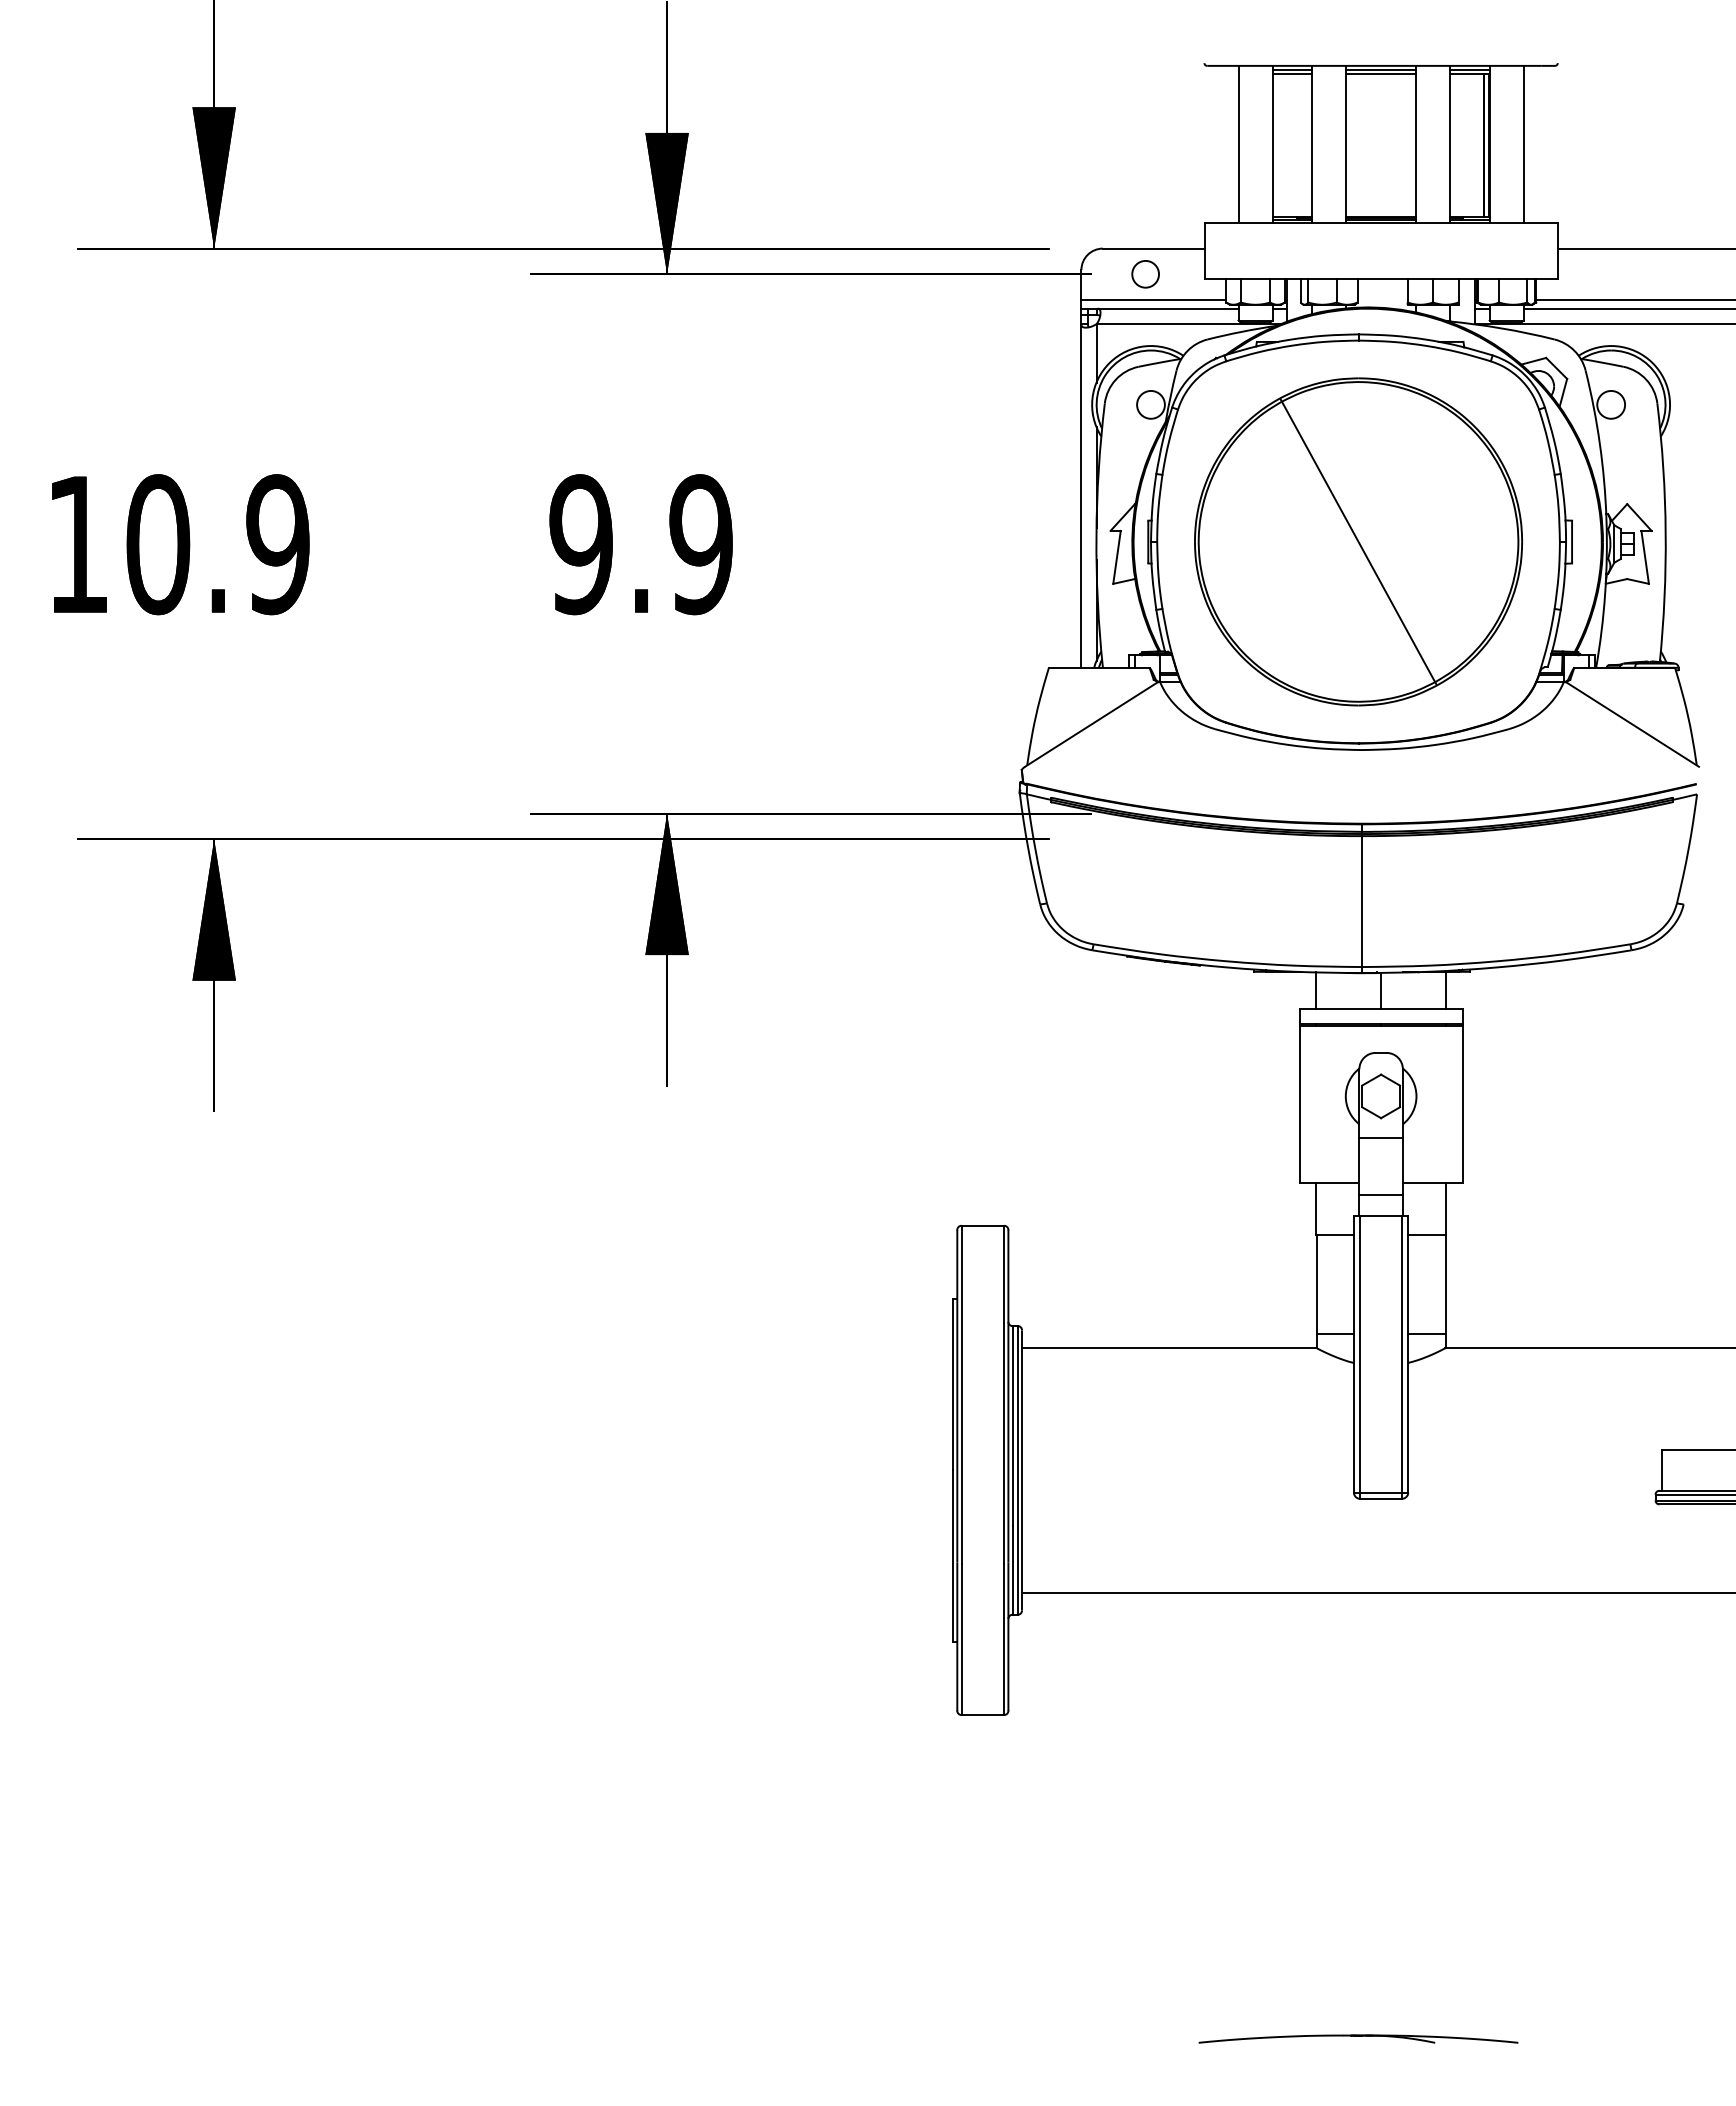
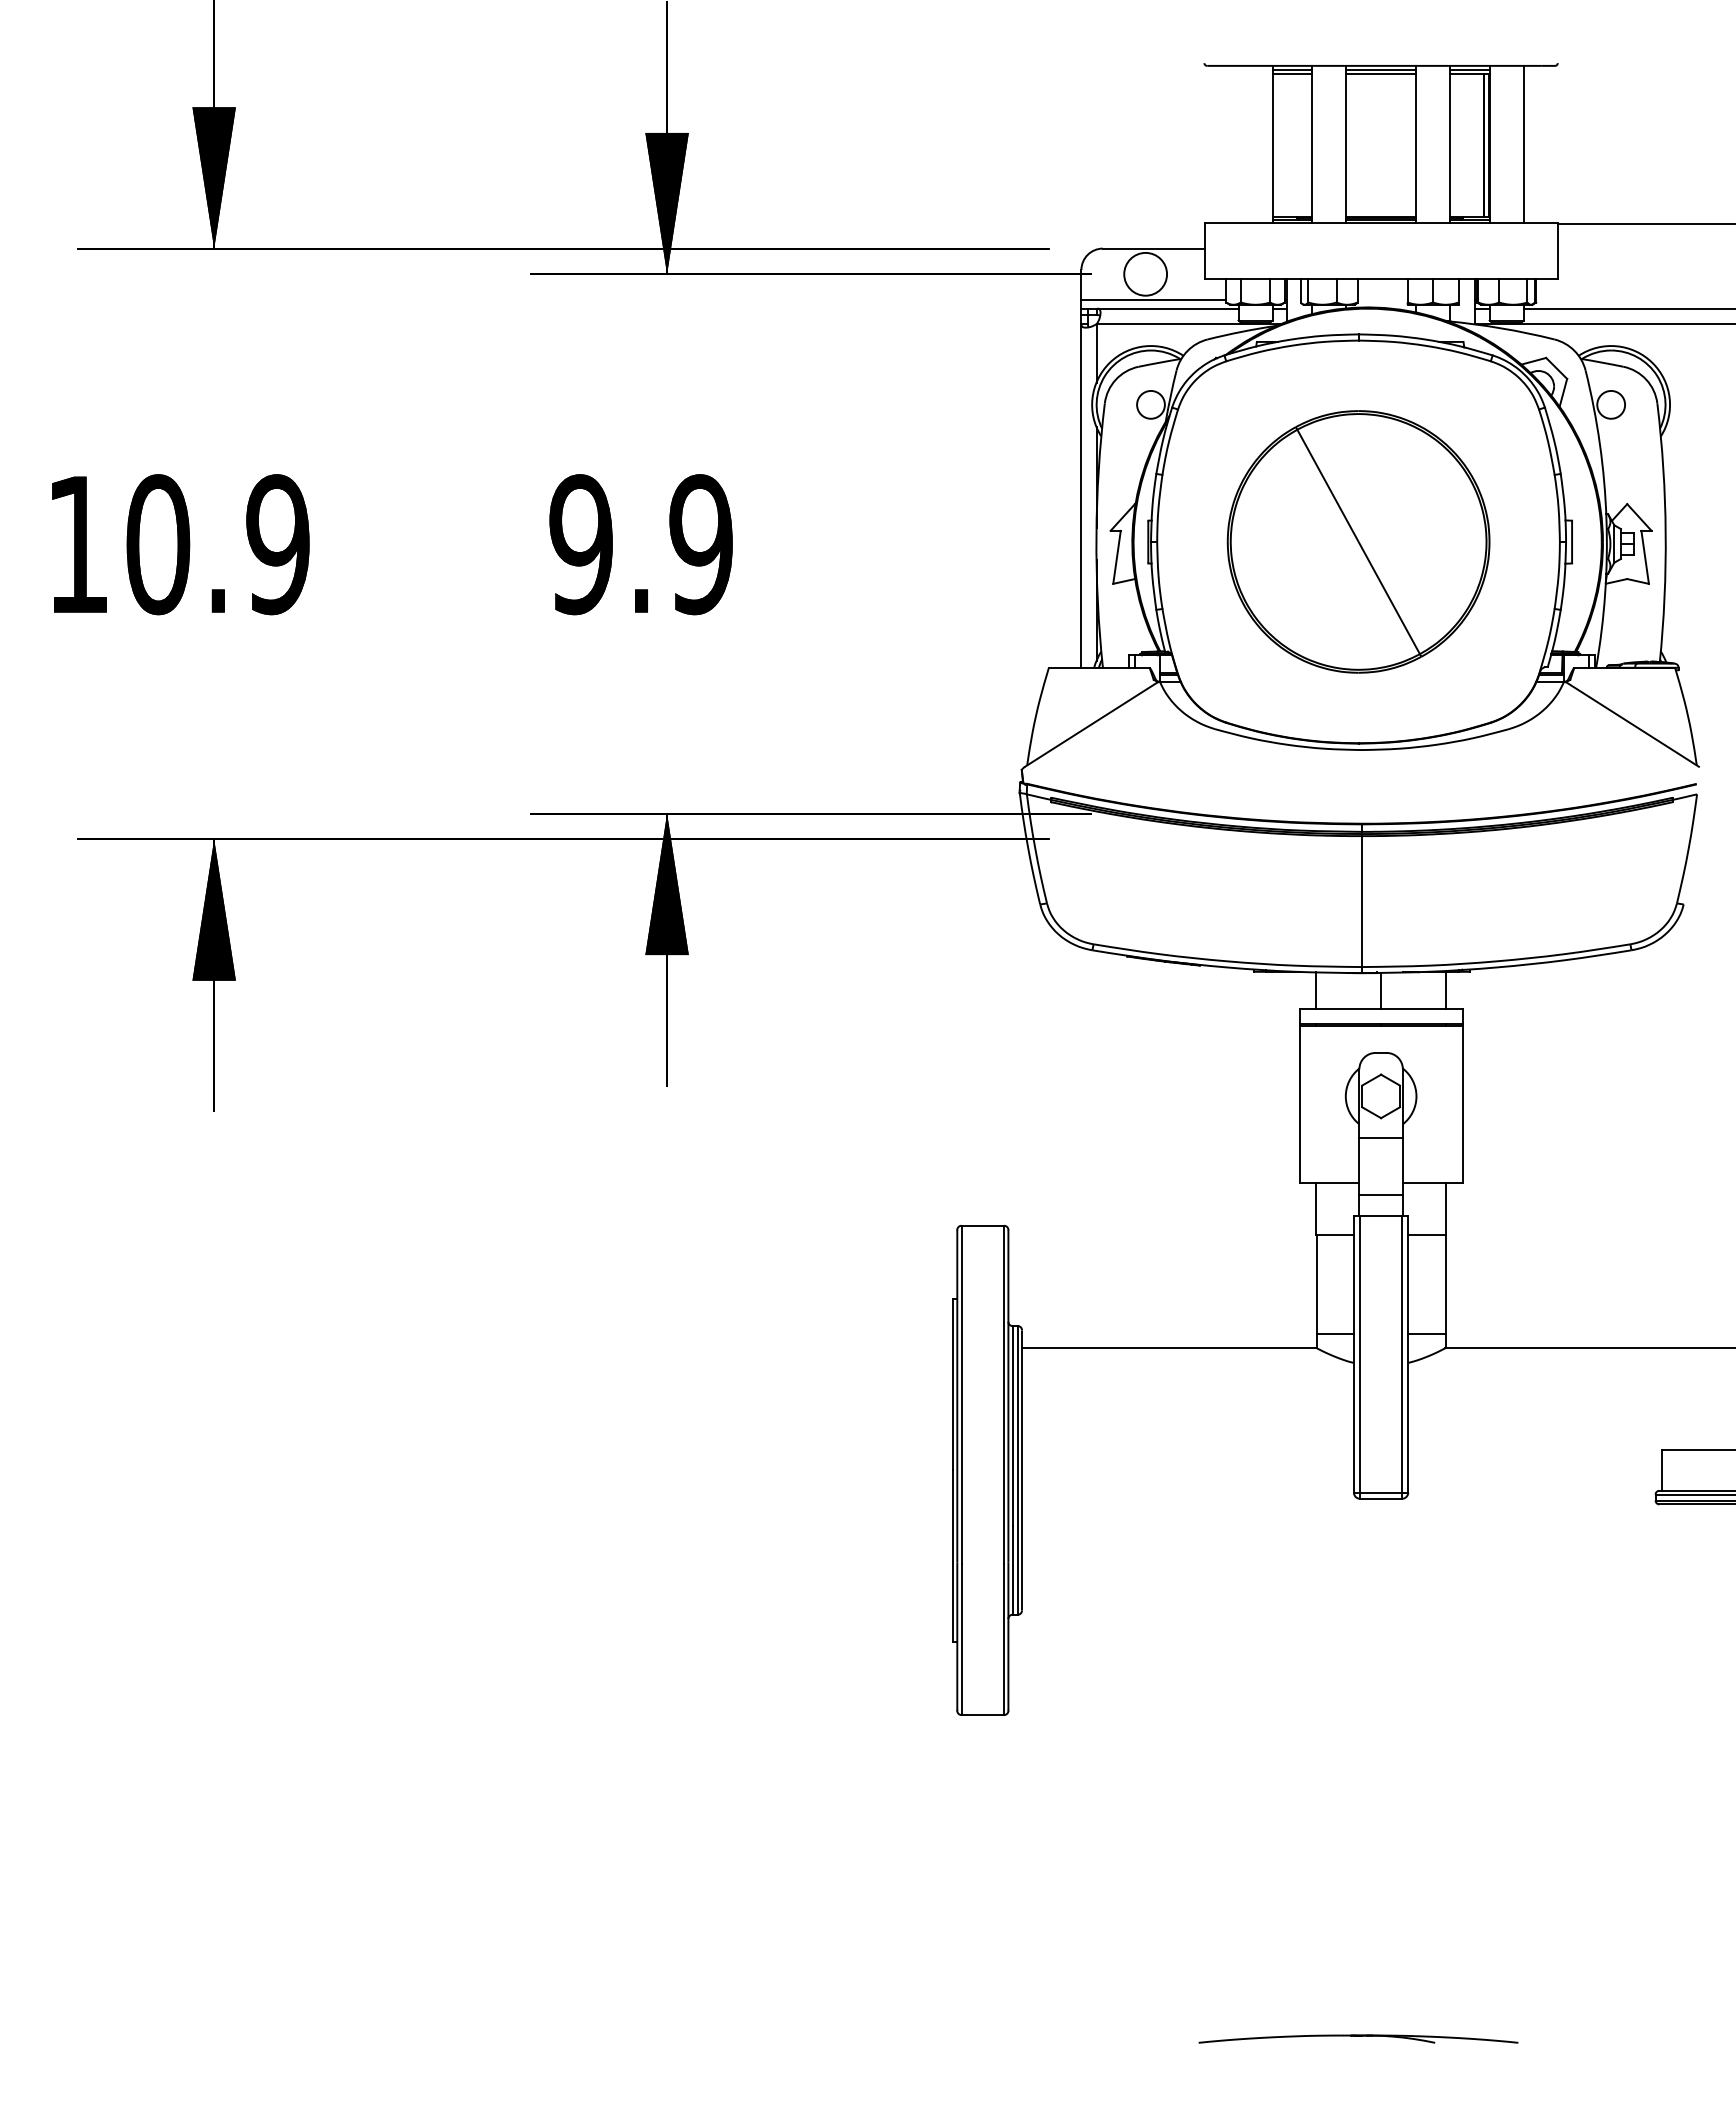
line at (1238, 143): present -> none
line at (1644, 248) position: (1644, 248) -> (1644, 223)
circle at (1145, 273) diameter: 27 px -> 43 px
line at (1634, 300): present -> none
part at (1358, 541) size: 330x330 px -> 265x264 px
line at (1377, 1592): present -> none
